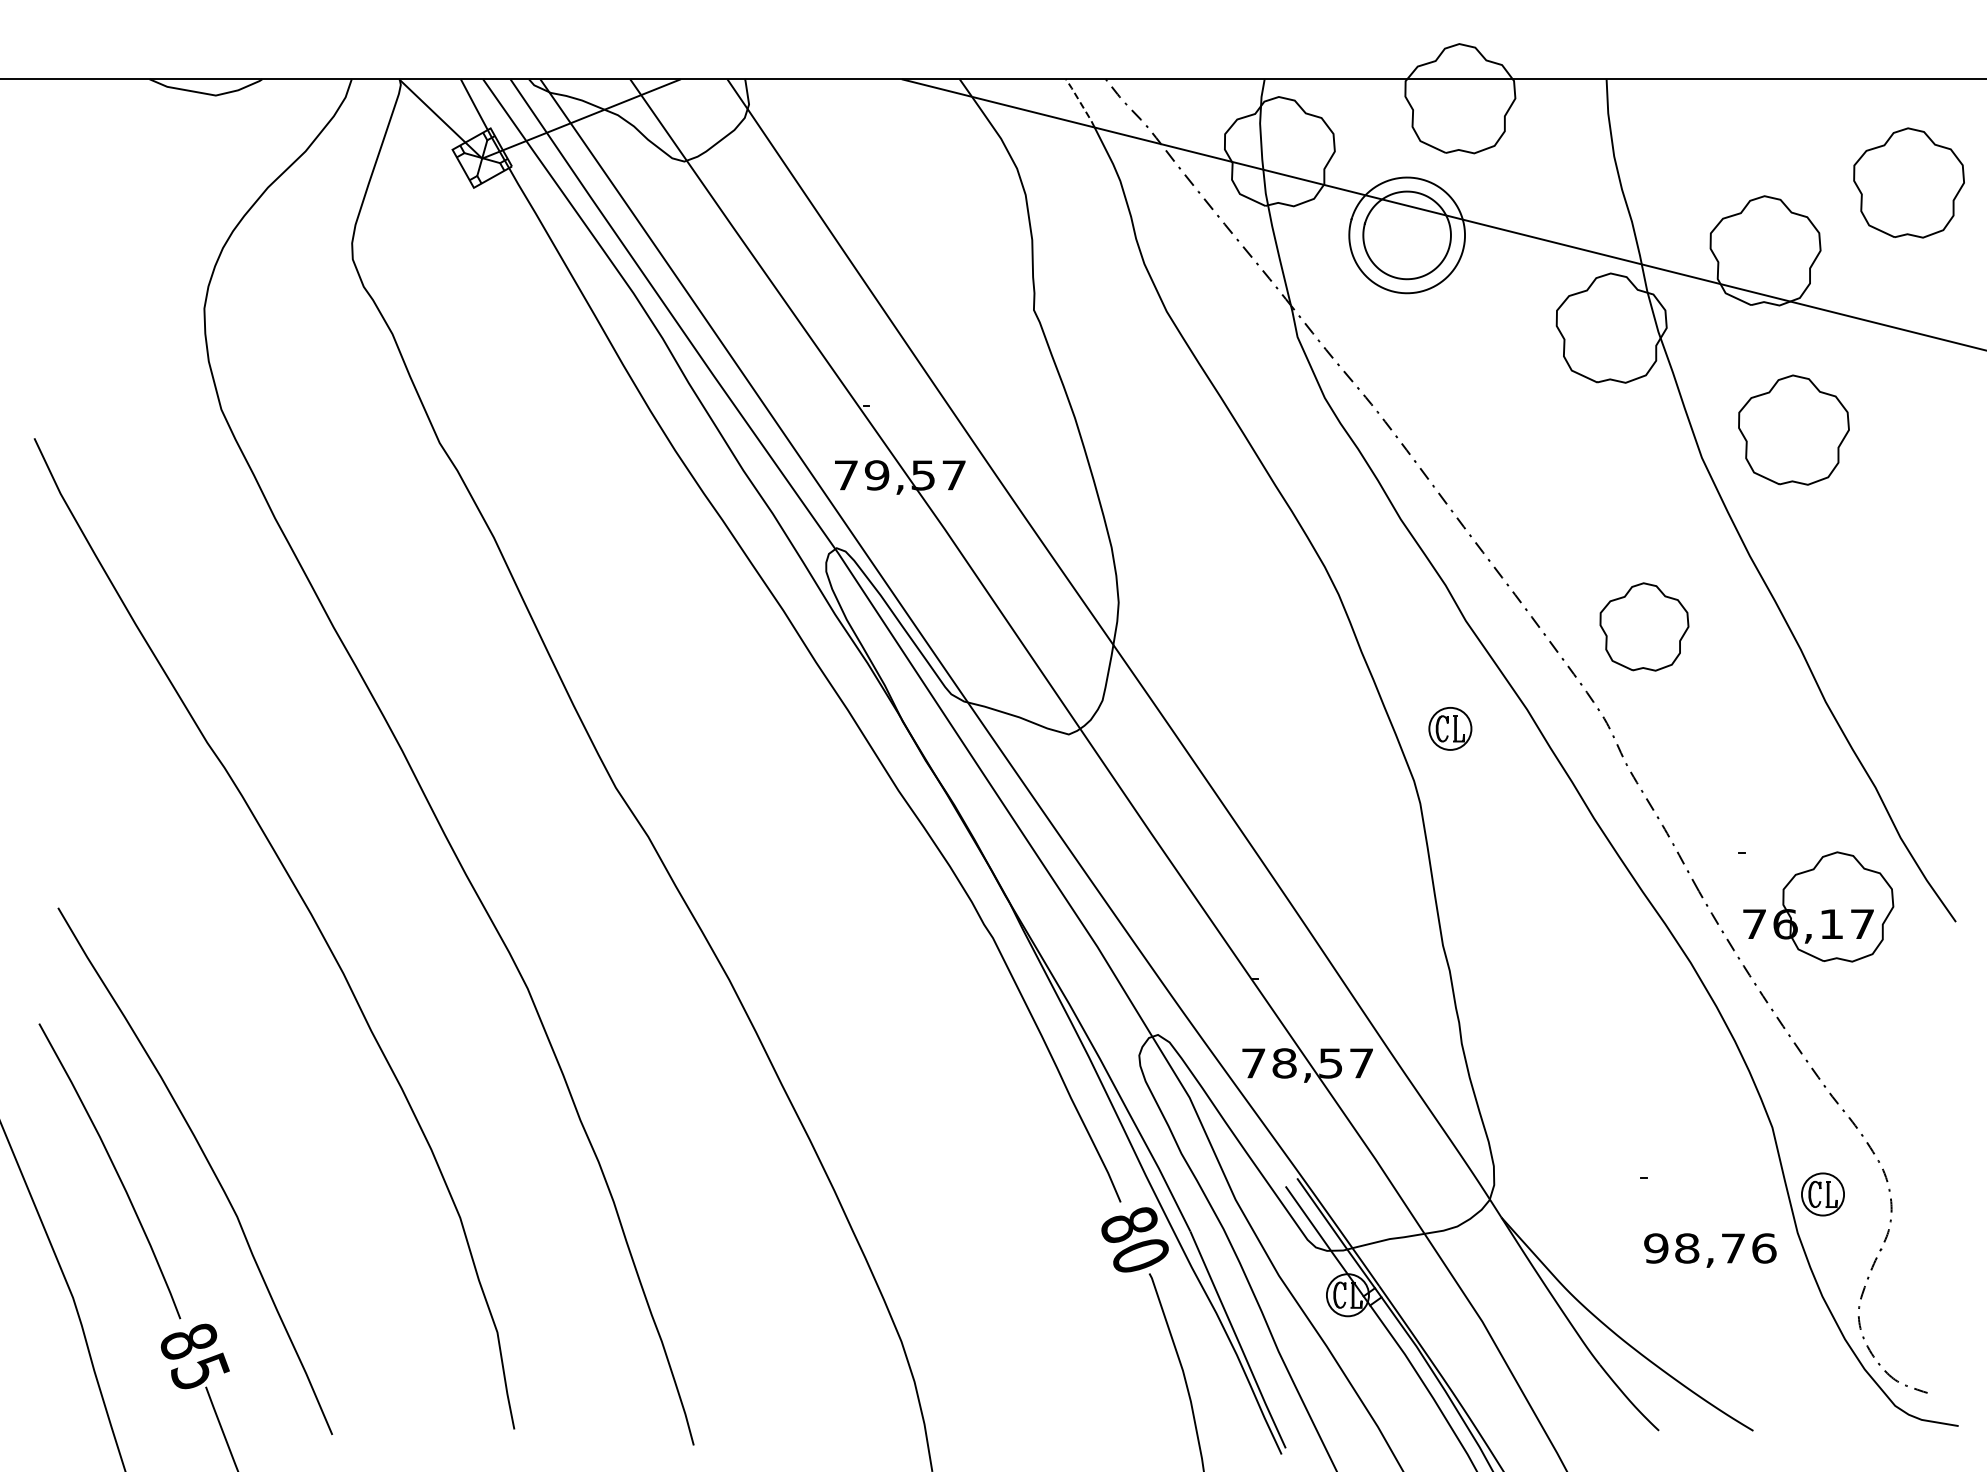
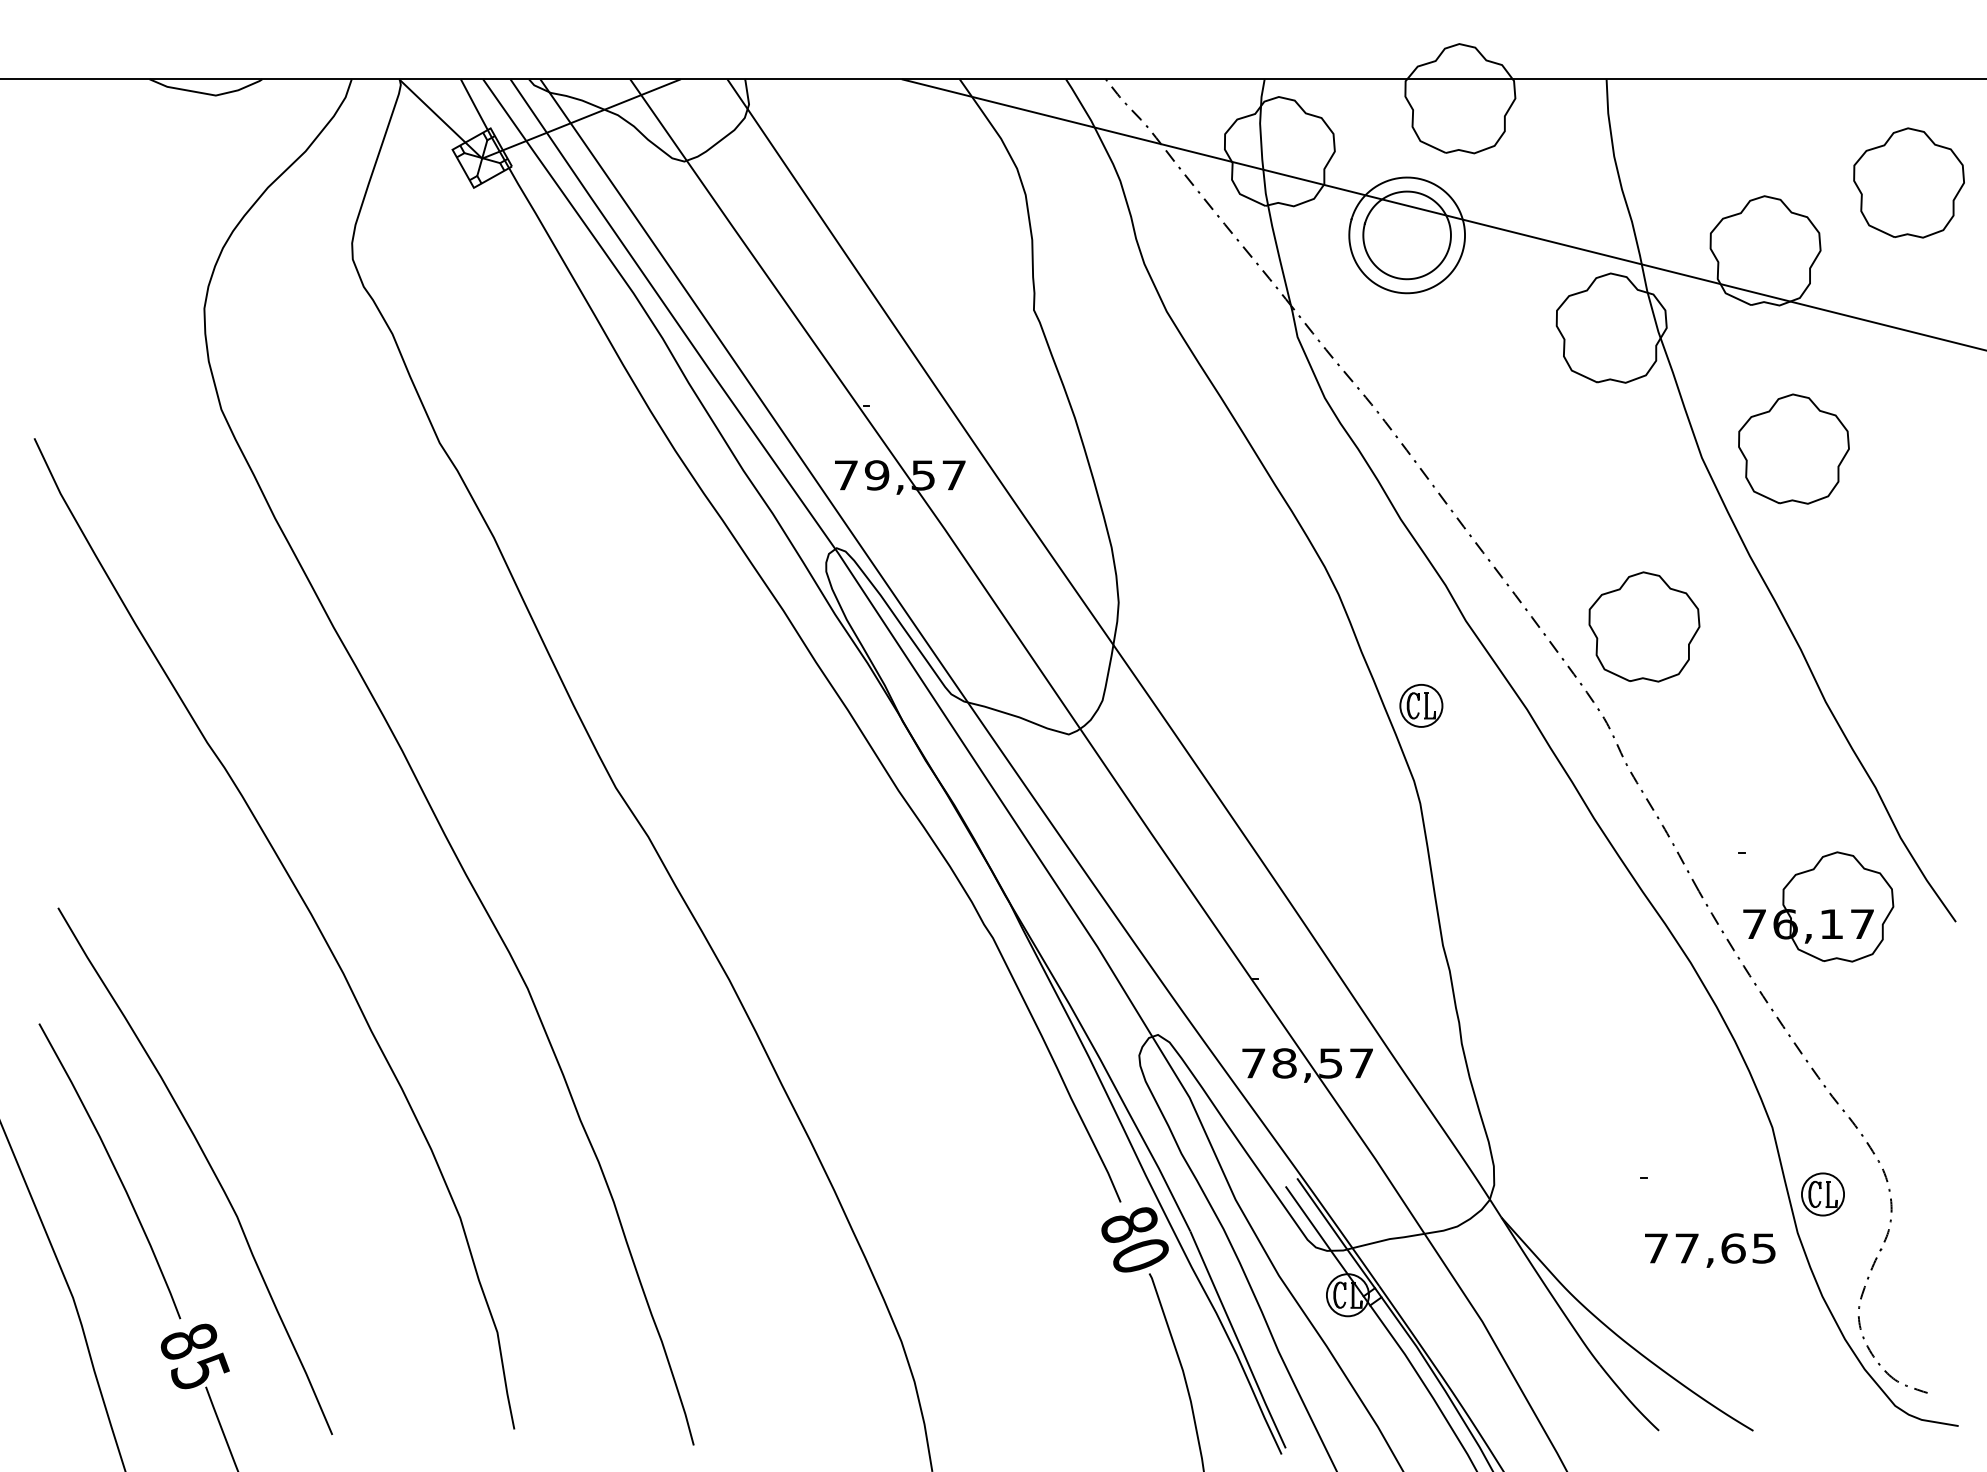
line at (1080, 102): dashed -> solid
part at (1793, 429) position: (1793, 429) -> (1793, 448)
part at (1644, 626) size: 91x90 px -> 113x112 px
part at (1450, 728) position: (1450, 728) -> (1421, 705)
text at (1710, 1248): 98,76 -> 77,65
